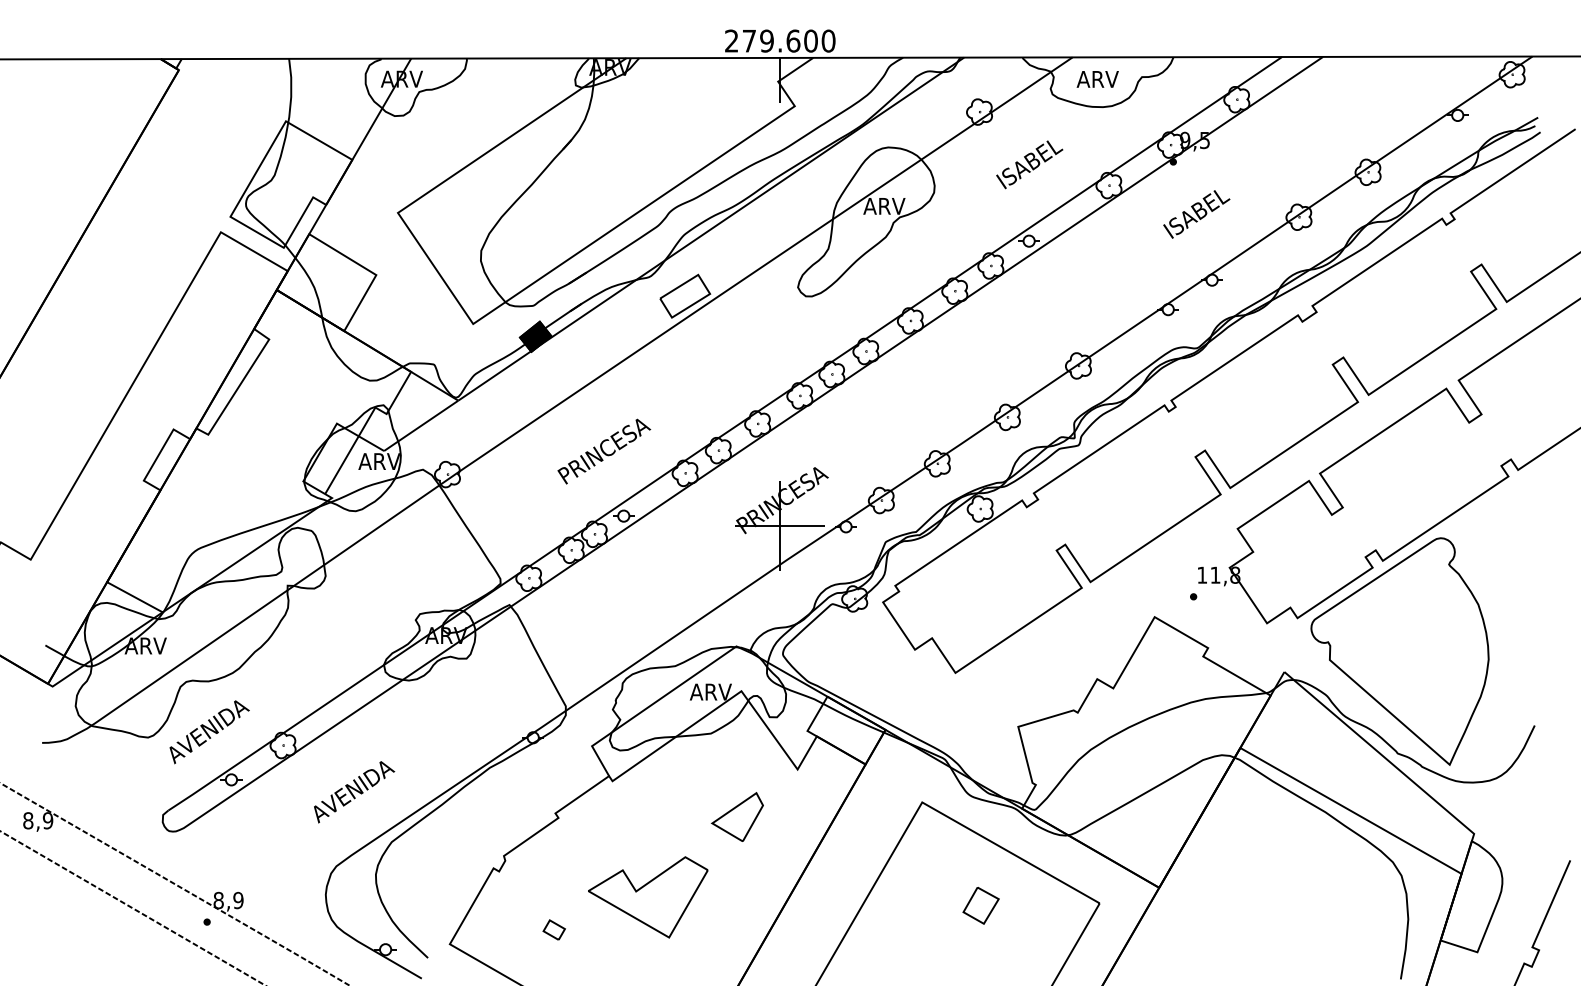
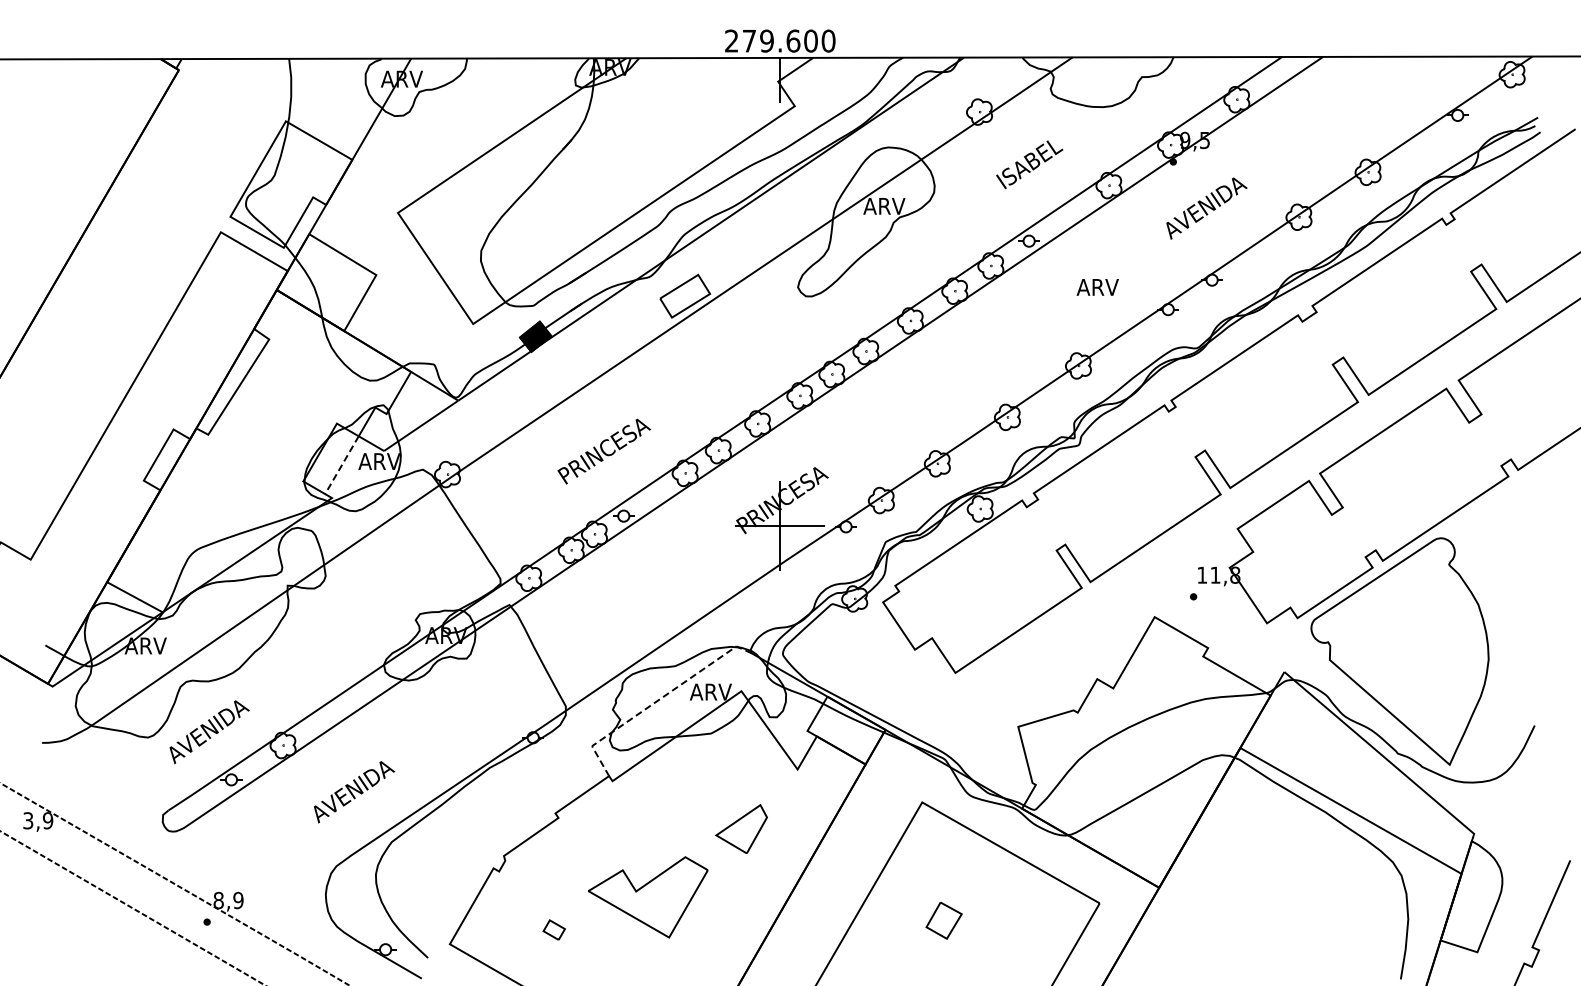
text at (1097, 79) position: (1097, 79) -> (1097, 287)
text at (1205, 208): ISABEL -> AVENIDA
line at (341, 465): solid -> dashed
line at (656, 701): solid -> dashed
part at (737, 816) position: (737, 816) -> (741, 828)
text at (28, 820): 8,9 -> 3,9
part at (980, 905) position: (980, 905) -> (943, 920)
